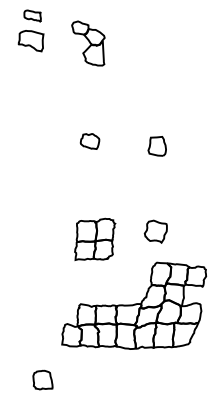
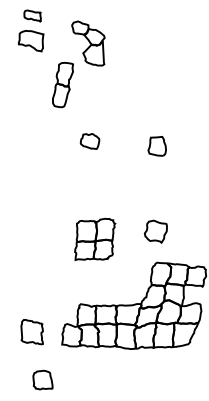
part at (62, 85): none -> present
part at (31, 332): none -> present
